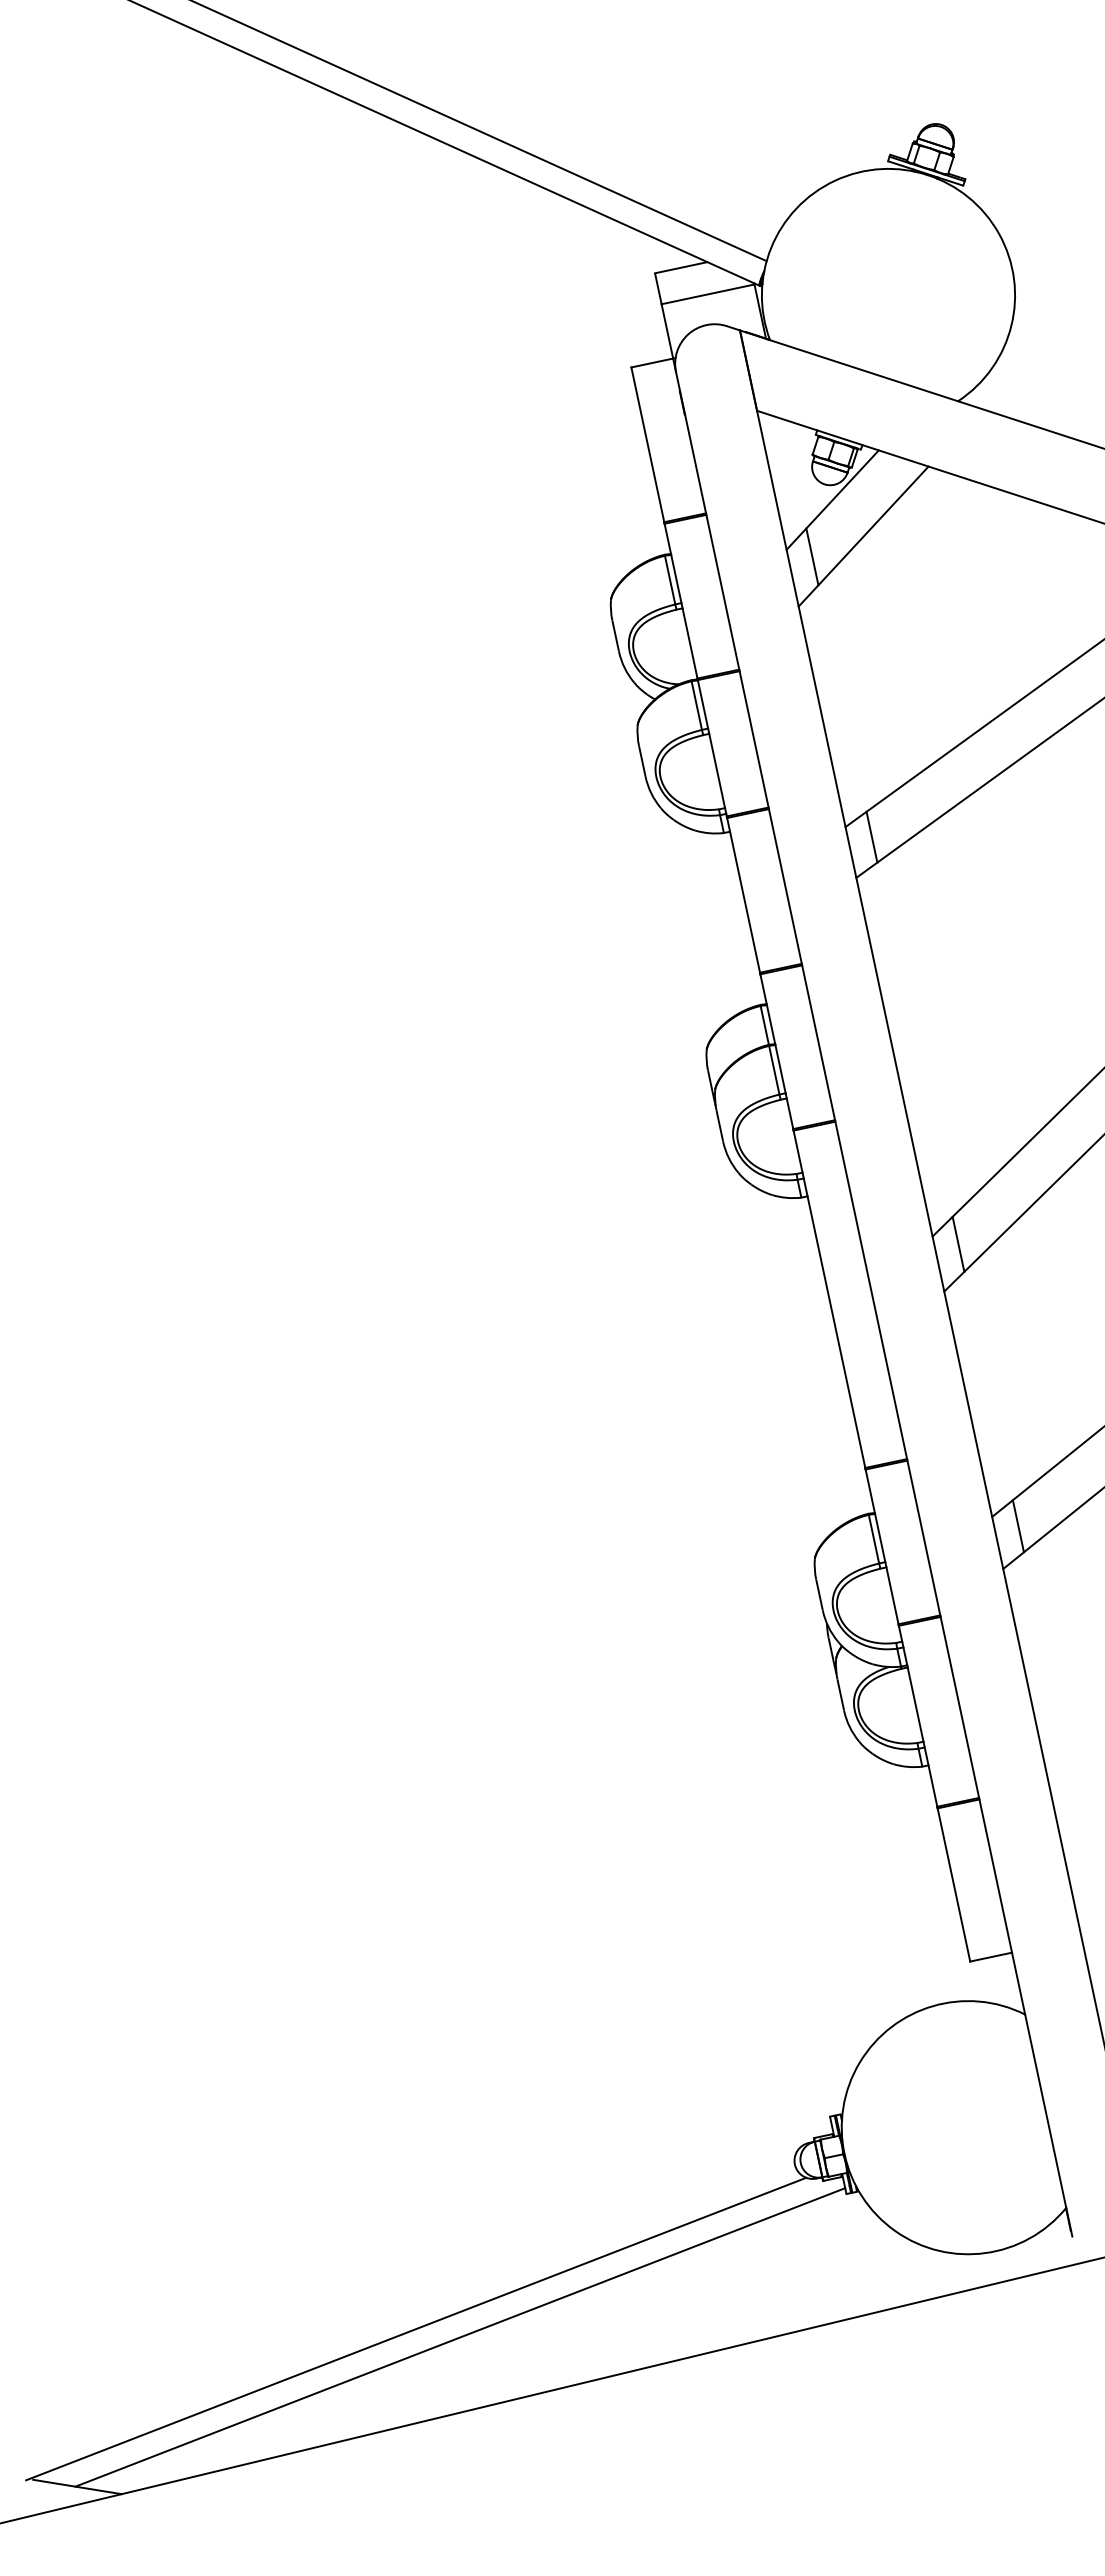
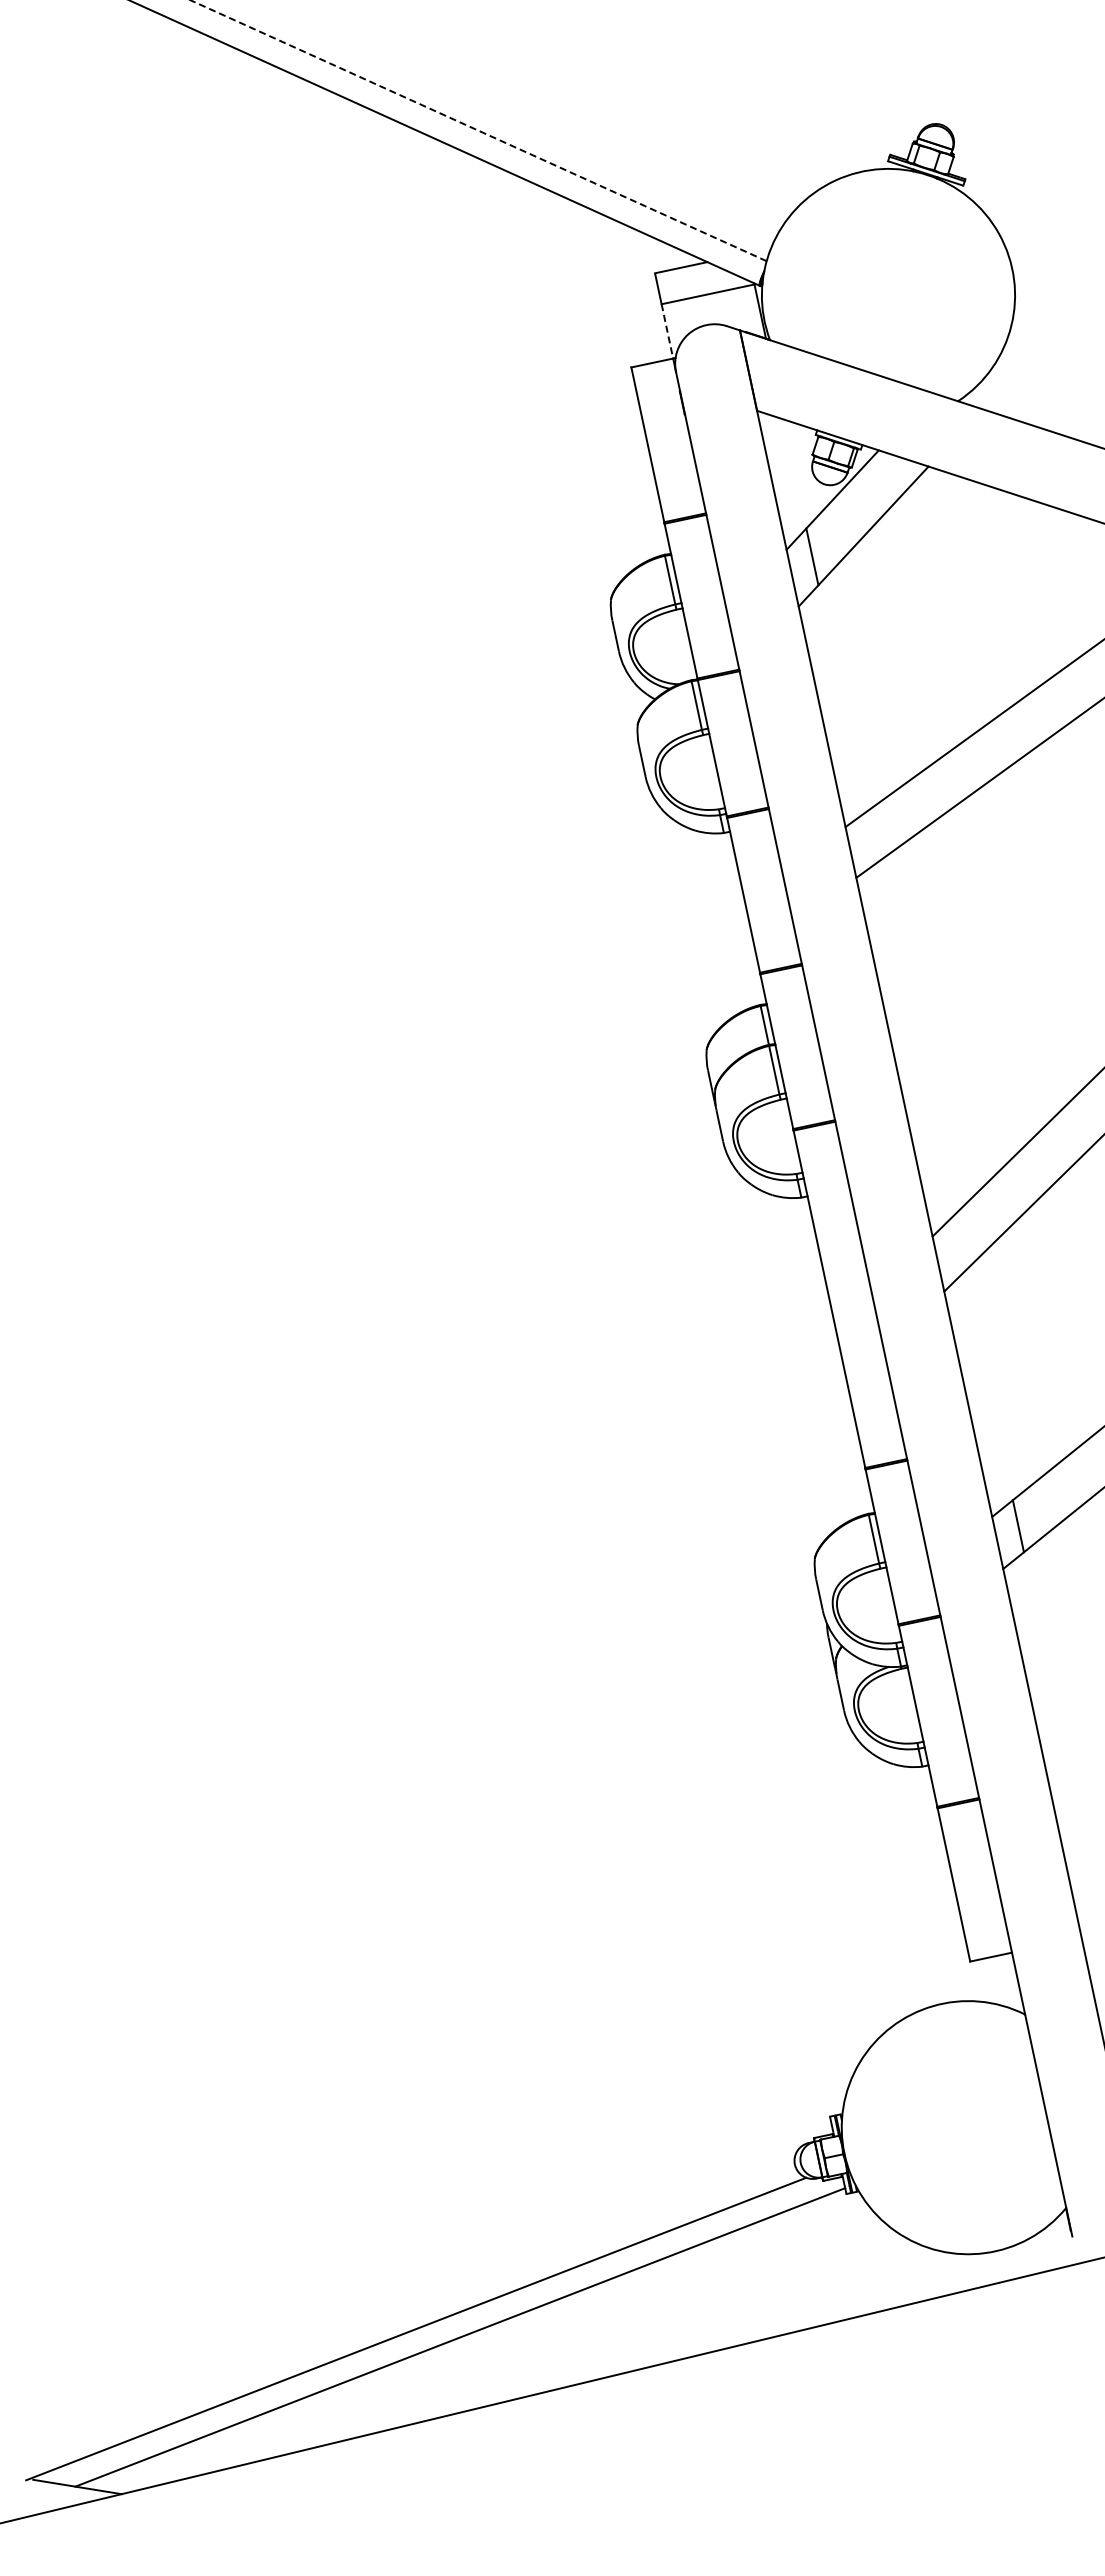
line at (477, 130): solid -> dashed
line at (667, 331): solid -> dashed
line at (871, 836): present -> none
line at (958, 1243): present -> none
